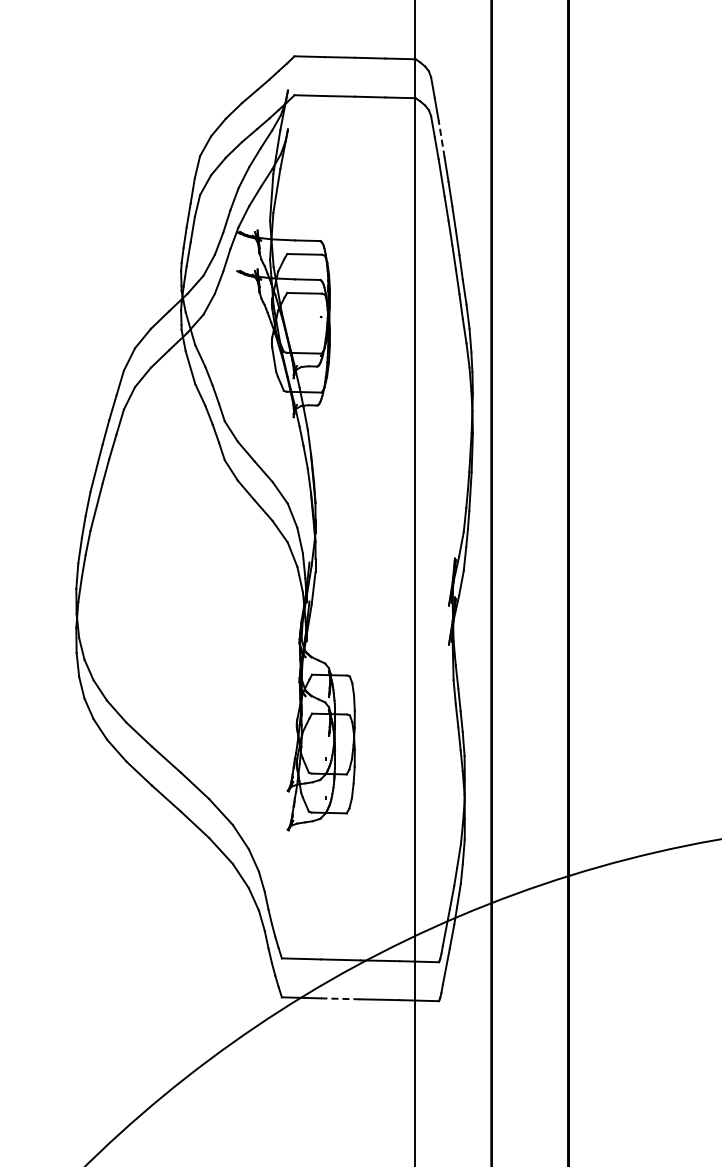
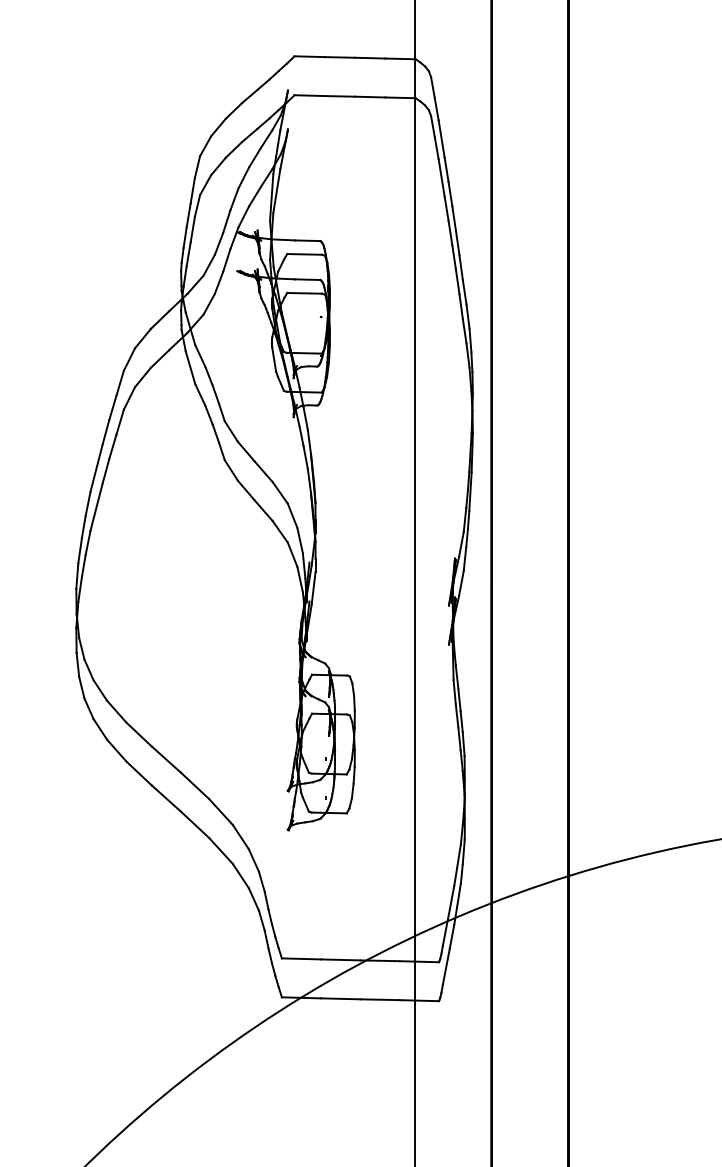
line at (441, 138): dashed -> solid
line at (340, 998): dashed -> solid
